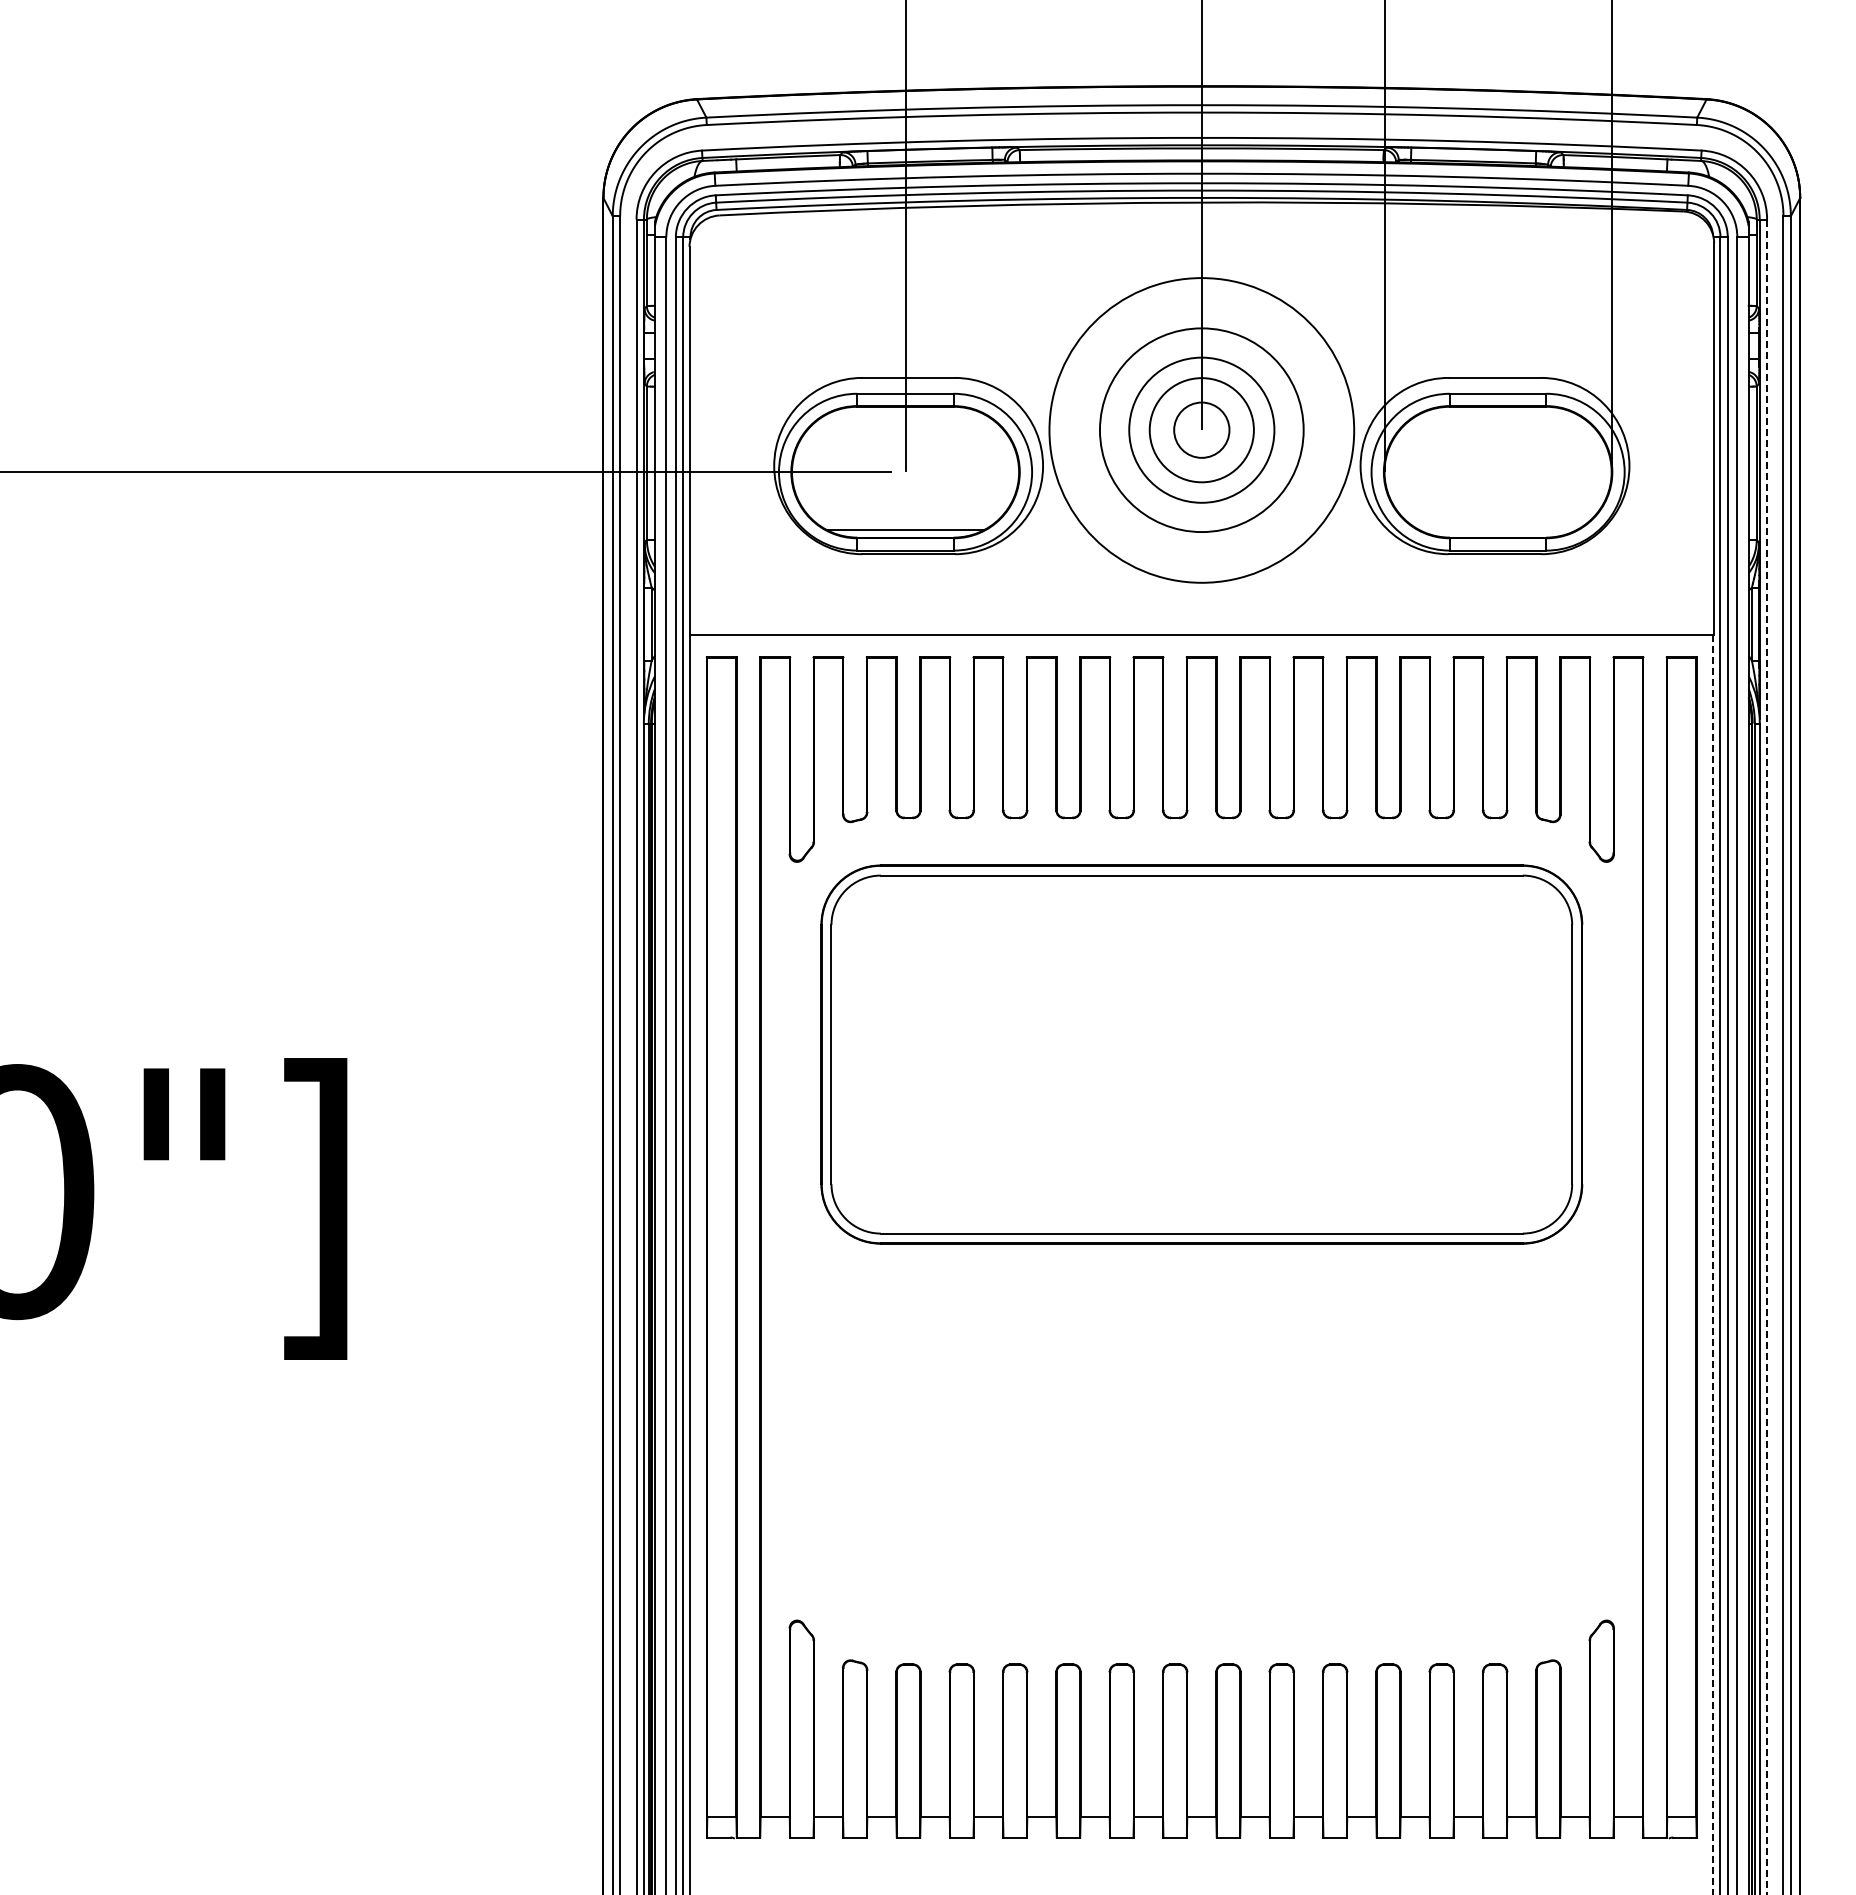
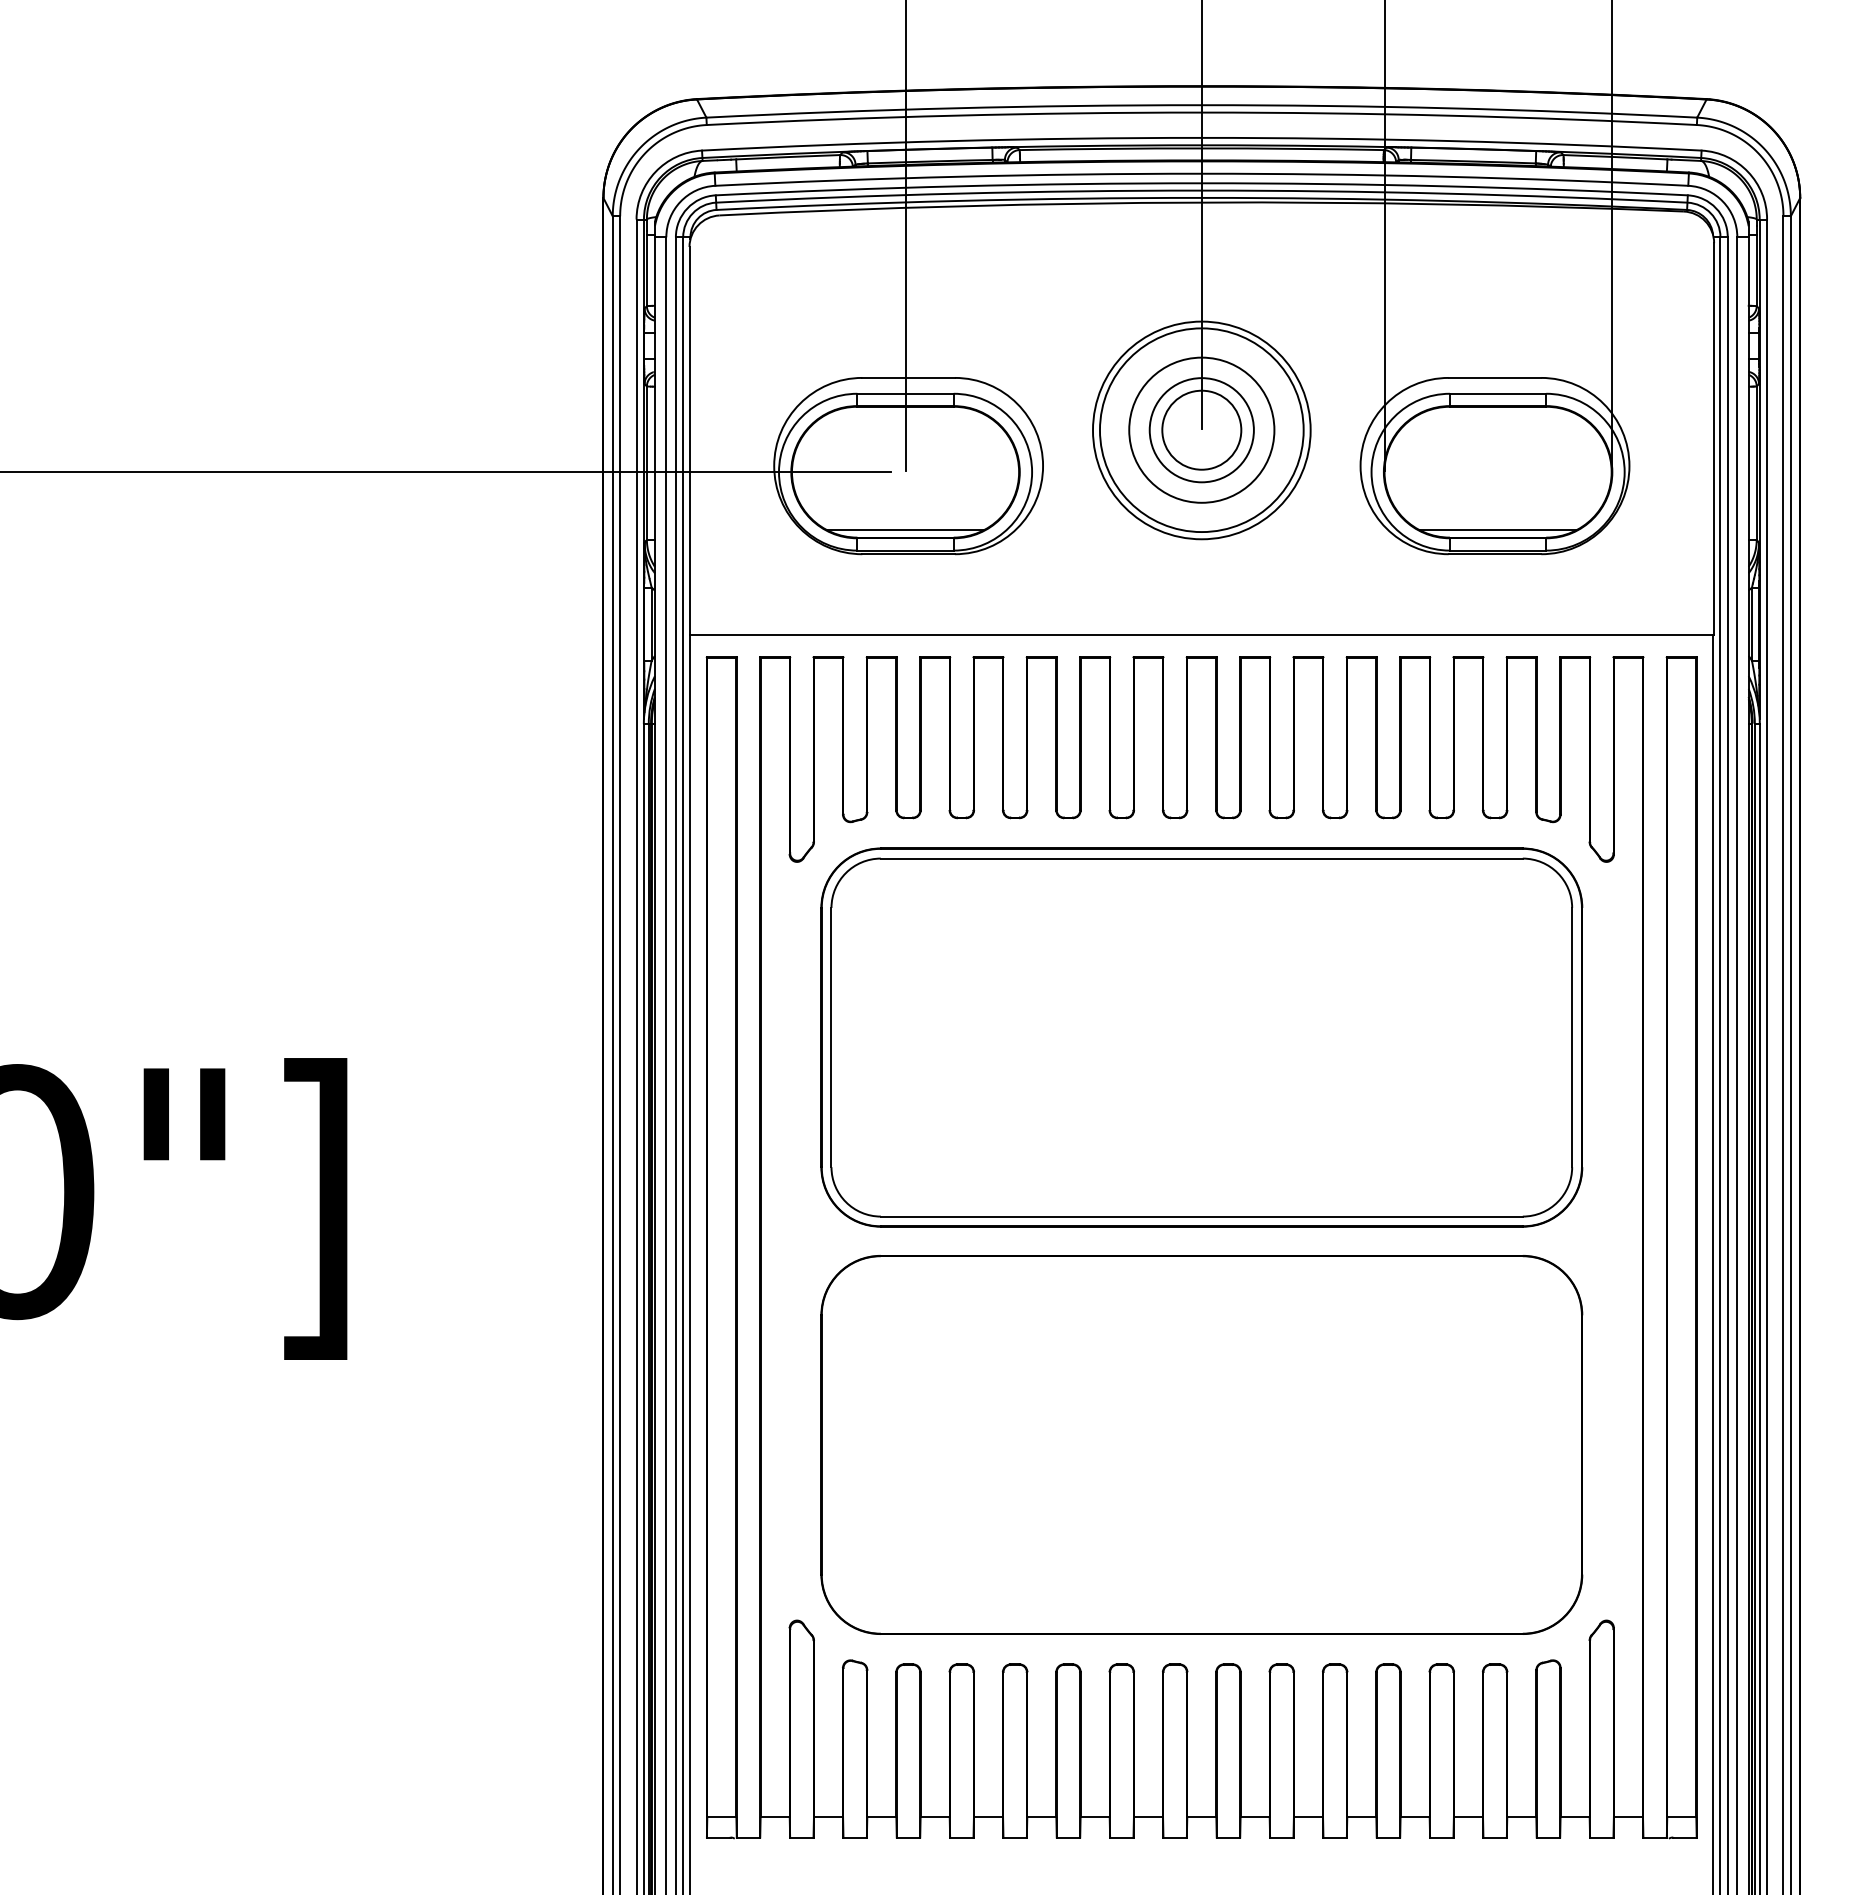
circle at (1201, 429) diameter: 55 px -> 79 px
circle at (1201, 430) diameter: 305 px -> 218 px
line at (1497, 530): none -> present
part at (1201, 1054) position: (1201, 1054) -> (1201, 1037)
line at (1767, 1056): dashed -> solid
line at (1713, 1265): dashed -> solid
part at (1201, 1444): none -> present
